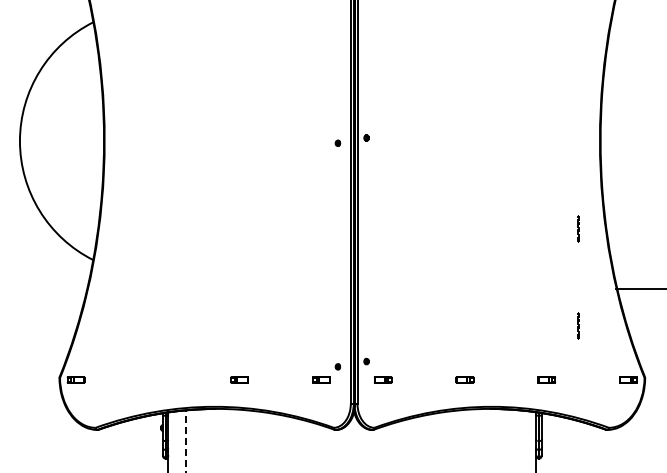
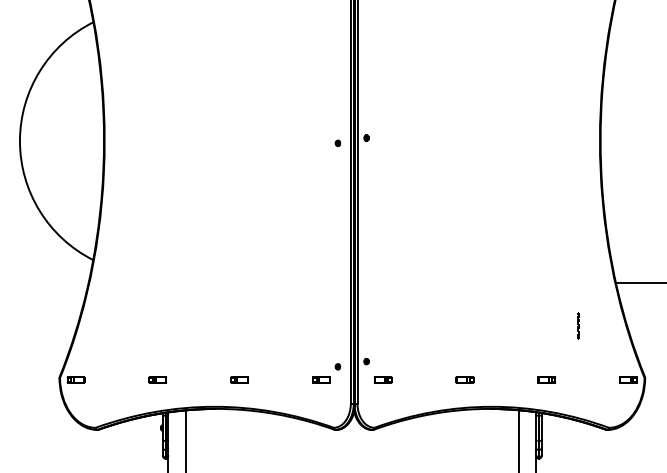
line at (578, 228): present -> none
line at (639, 288) position: (639, 288) -> (639, 282)
part at (157, 379): none -> present
line at (518, 439): none -> present
line at (185, 441): dashed -> solid
